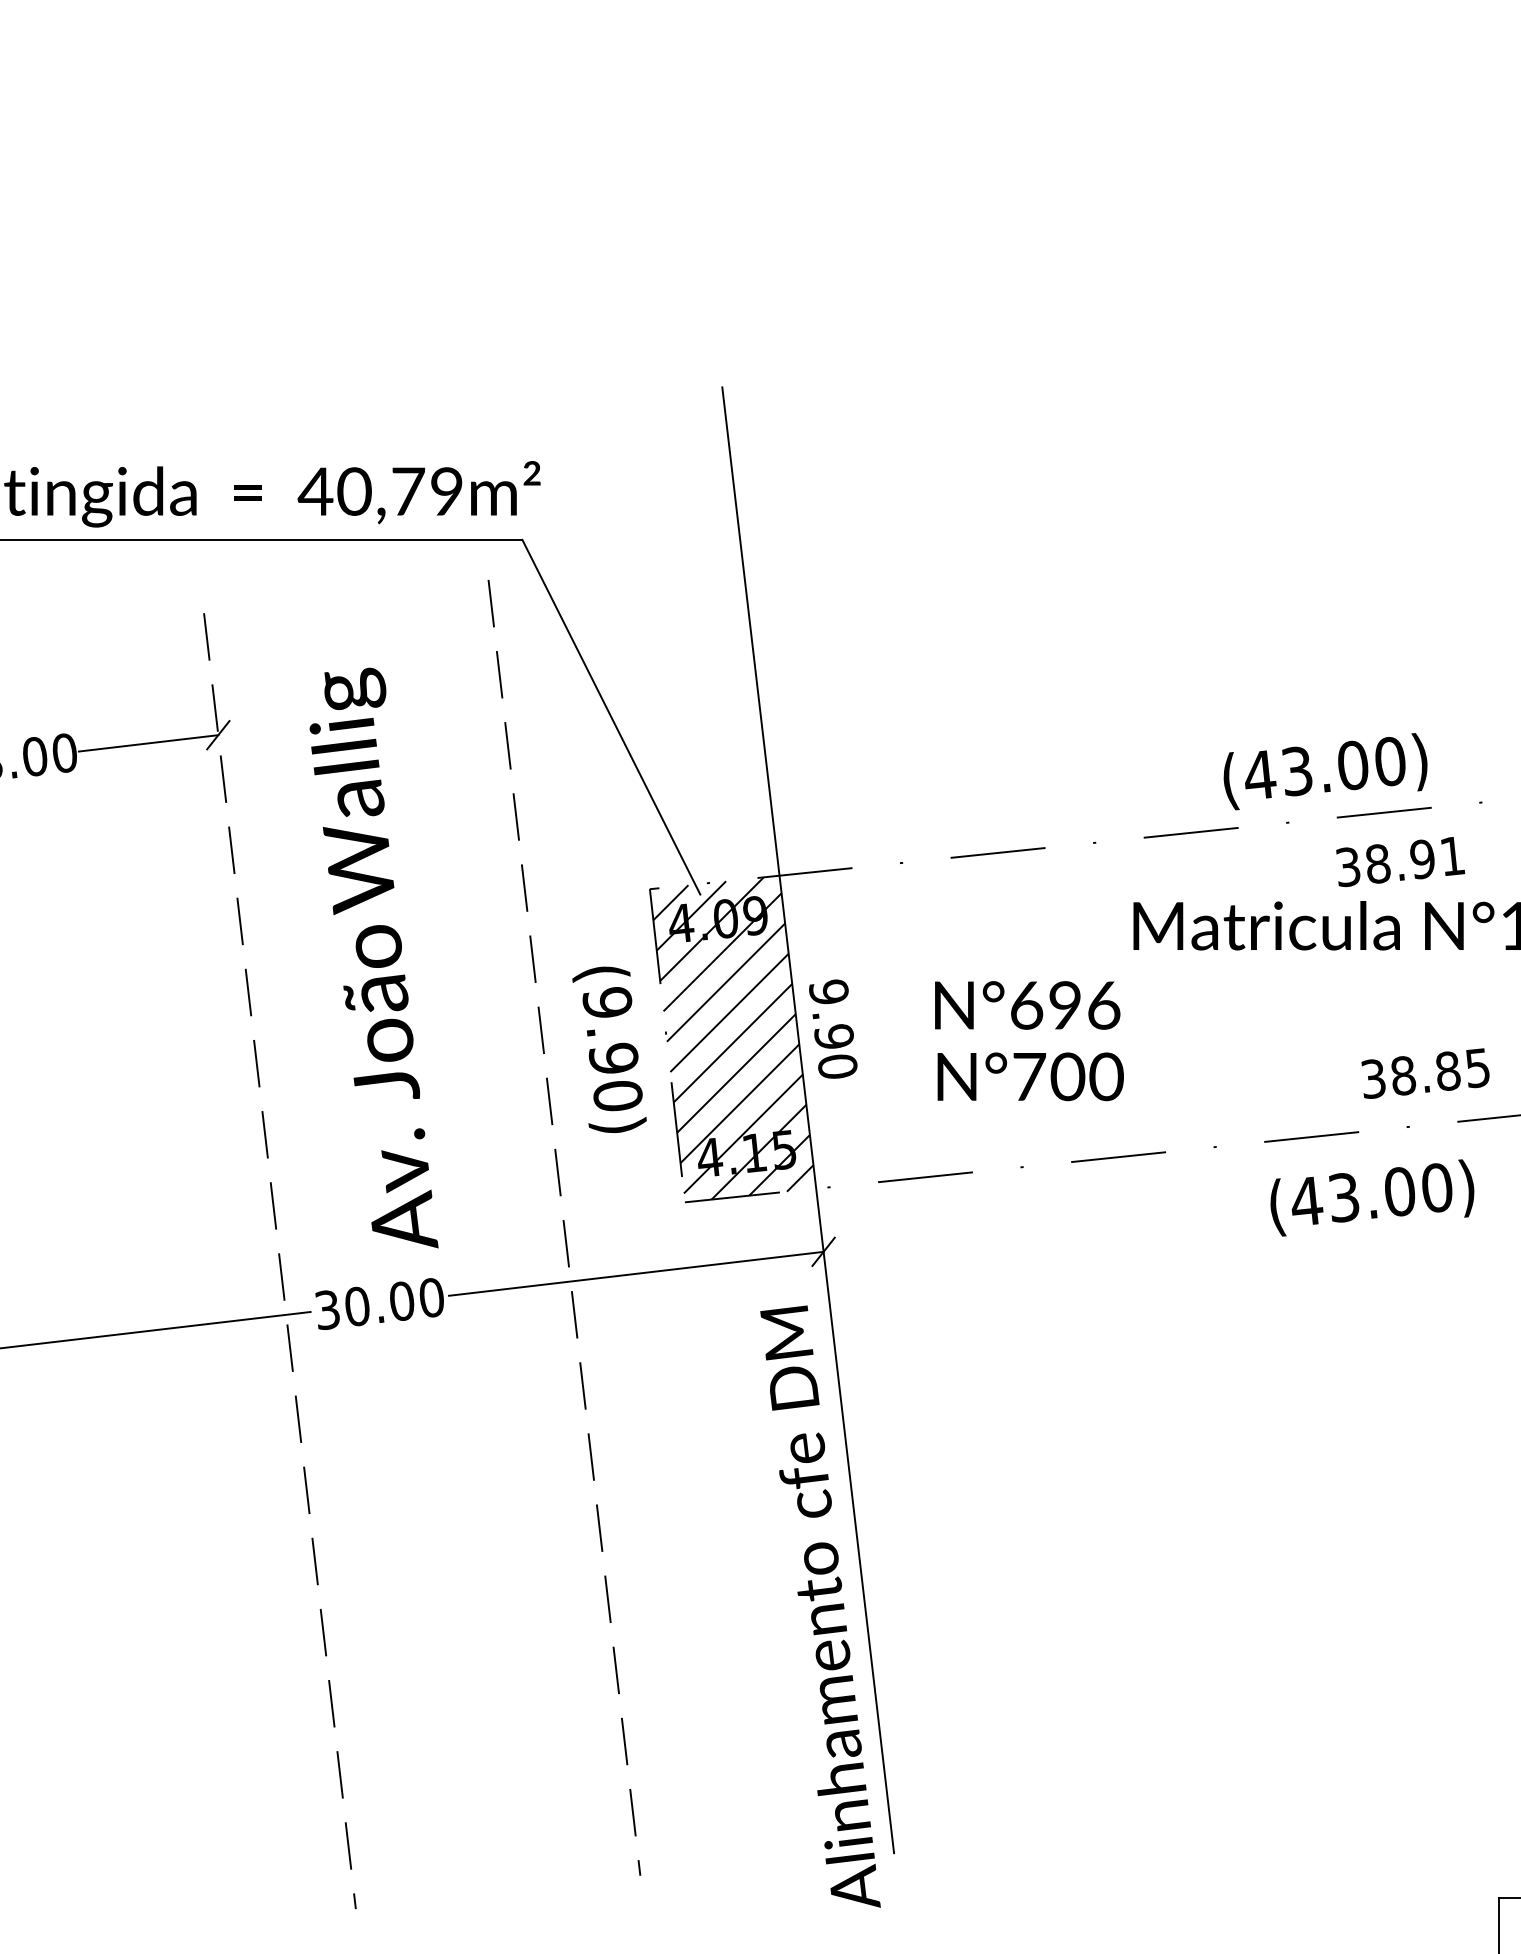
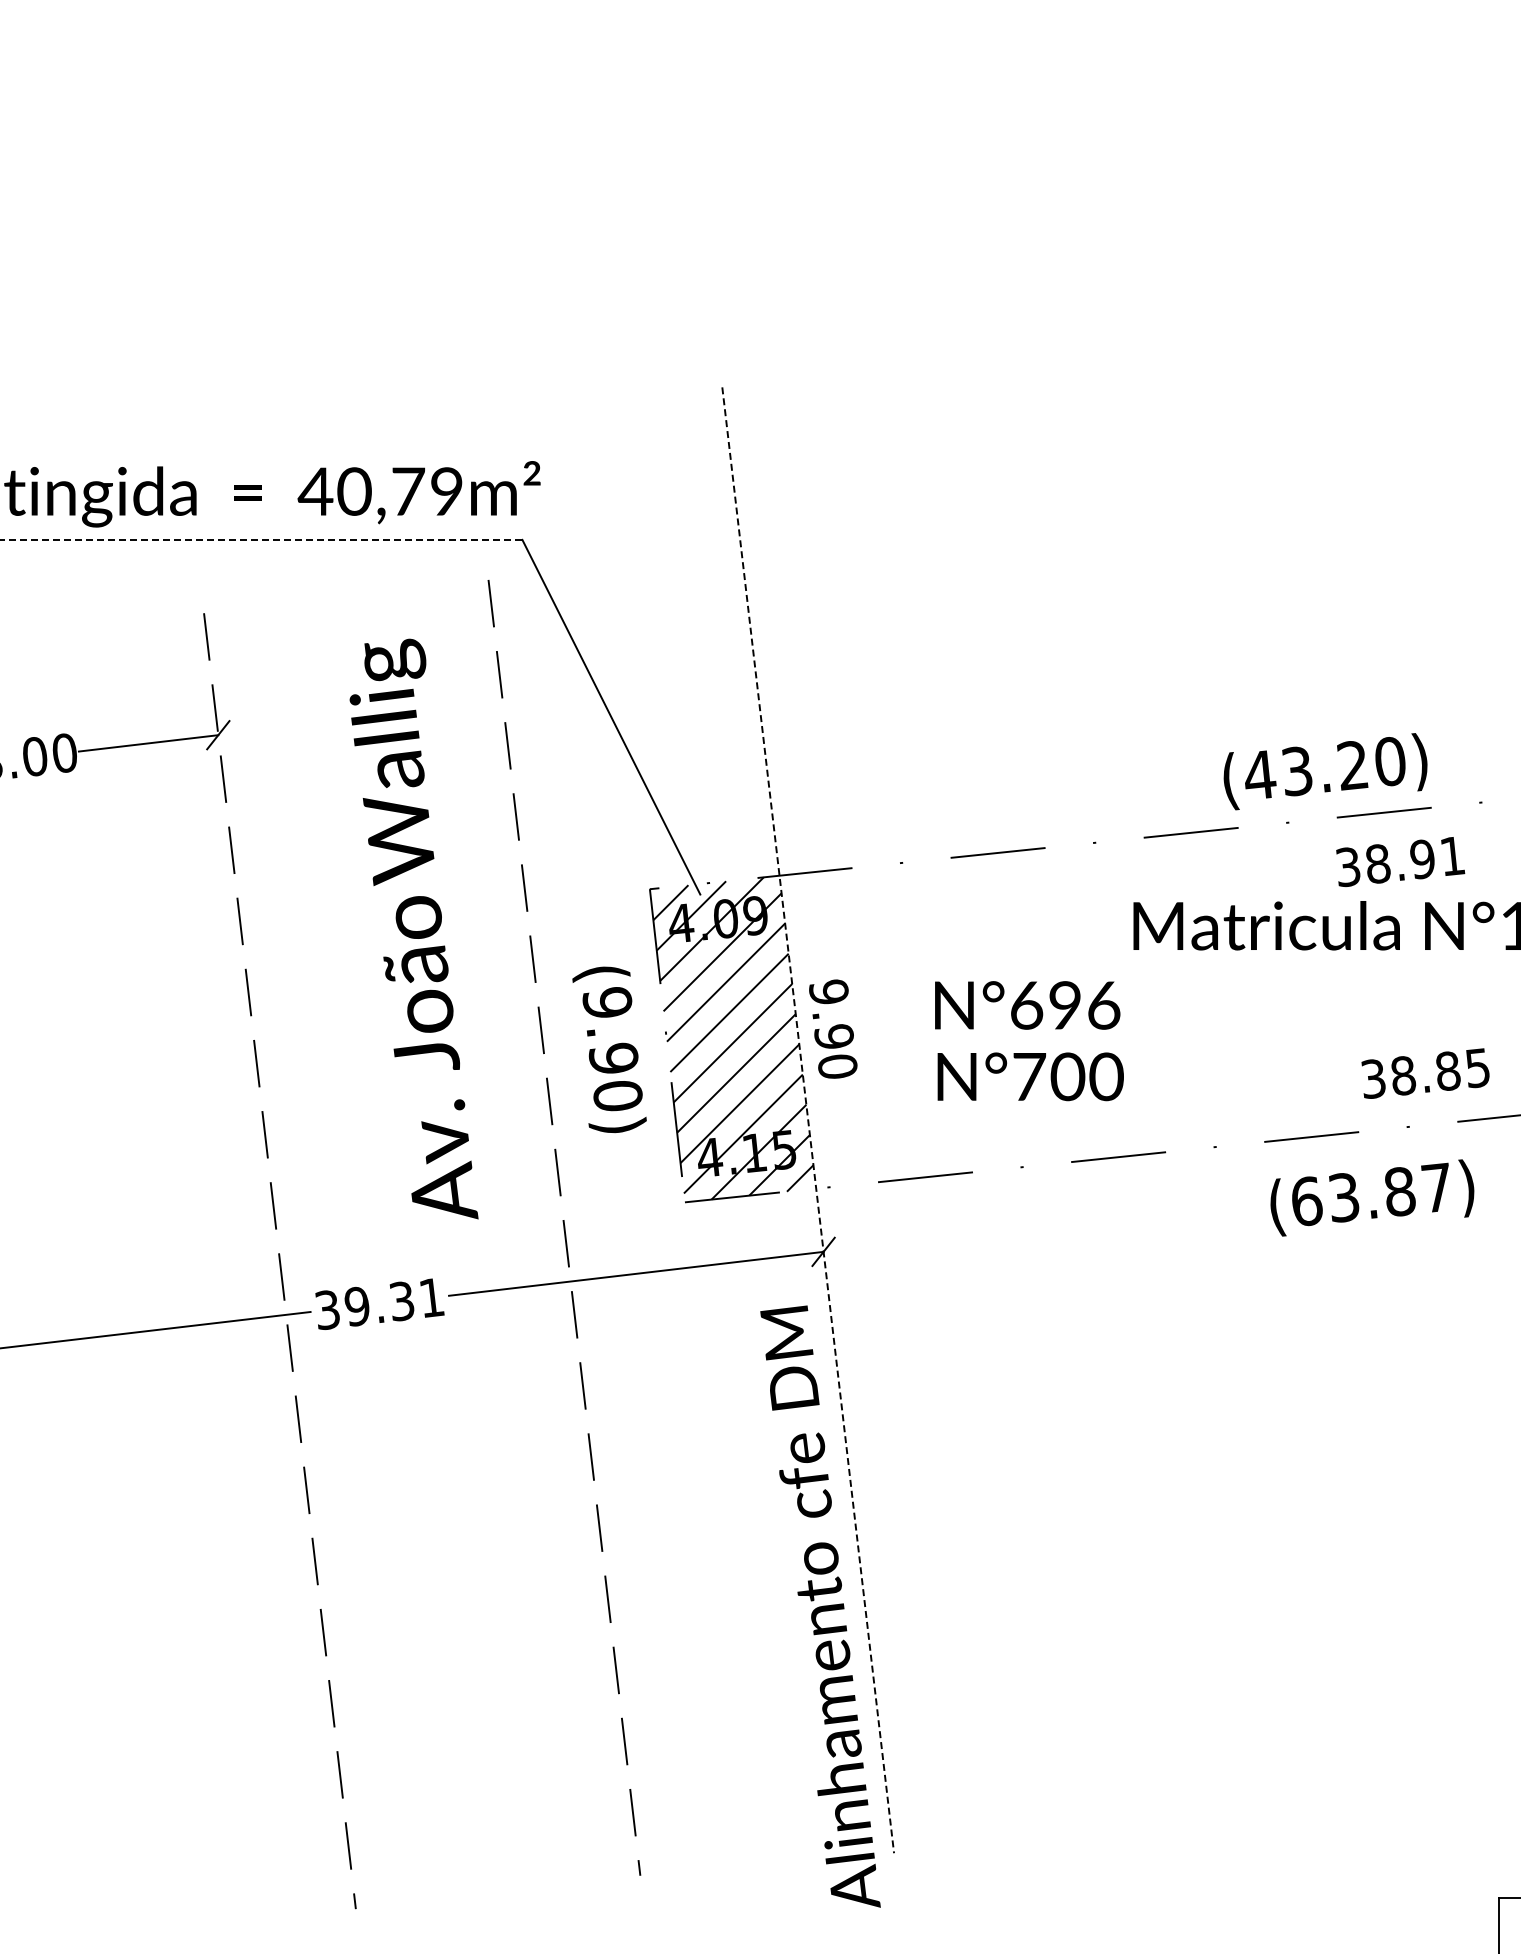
line at (260, 539): solid -> dashed
text at (1352, 765): (43.00) -> (43.20)
text at (373, 957) position: (373, 957) -> (413, 928)
line at (808, 1120): solid -> dashed
text at (1371, 1194): (43.00) -> (63.87)
text at (394, 1302): 30.00 -> 39.31
